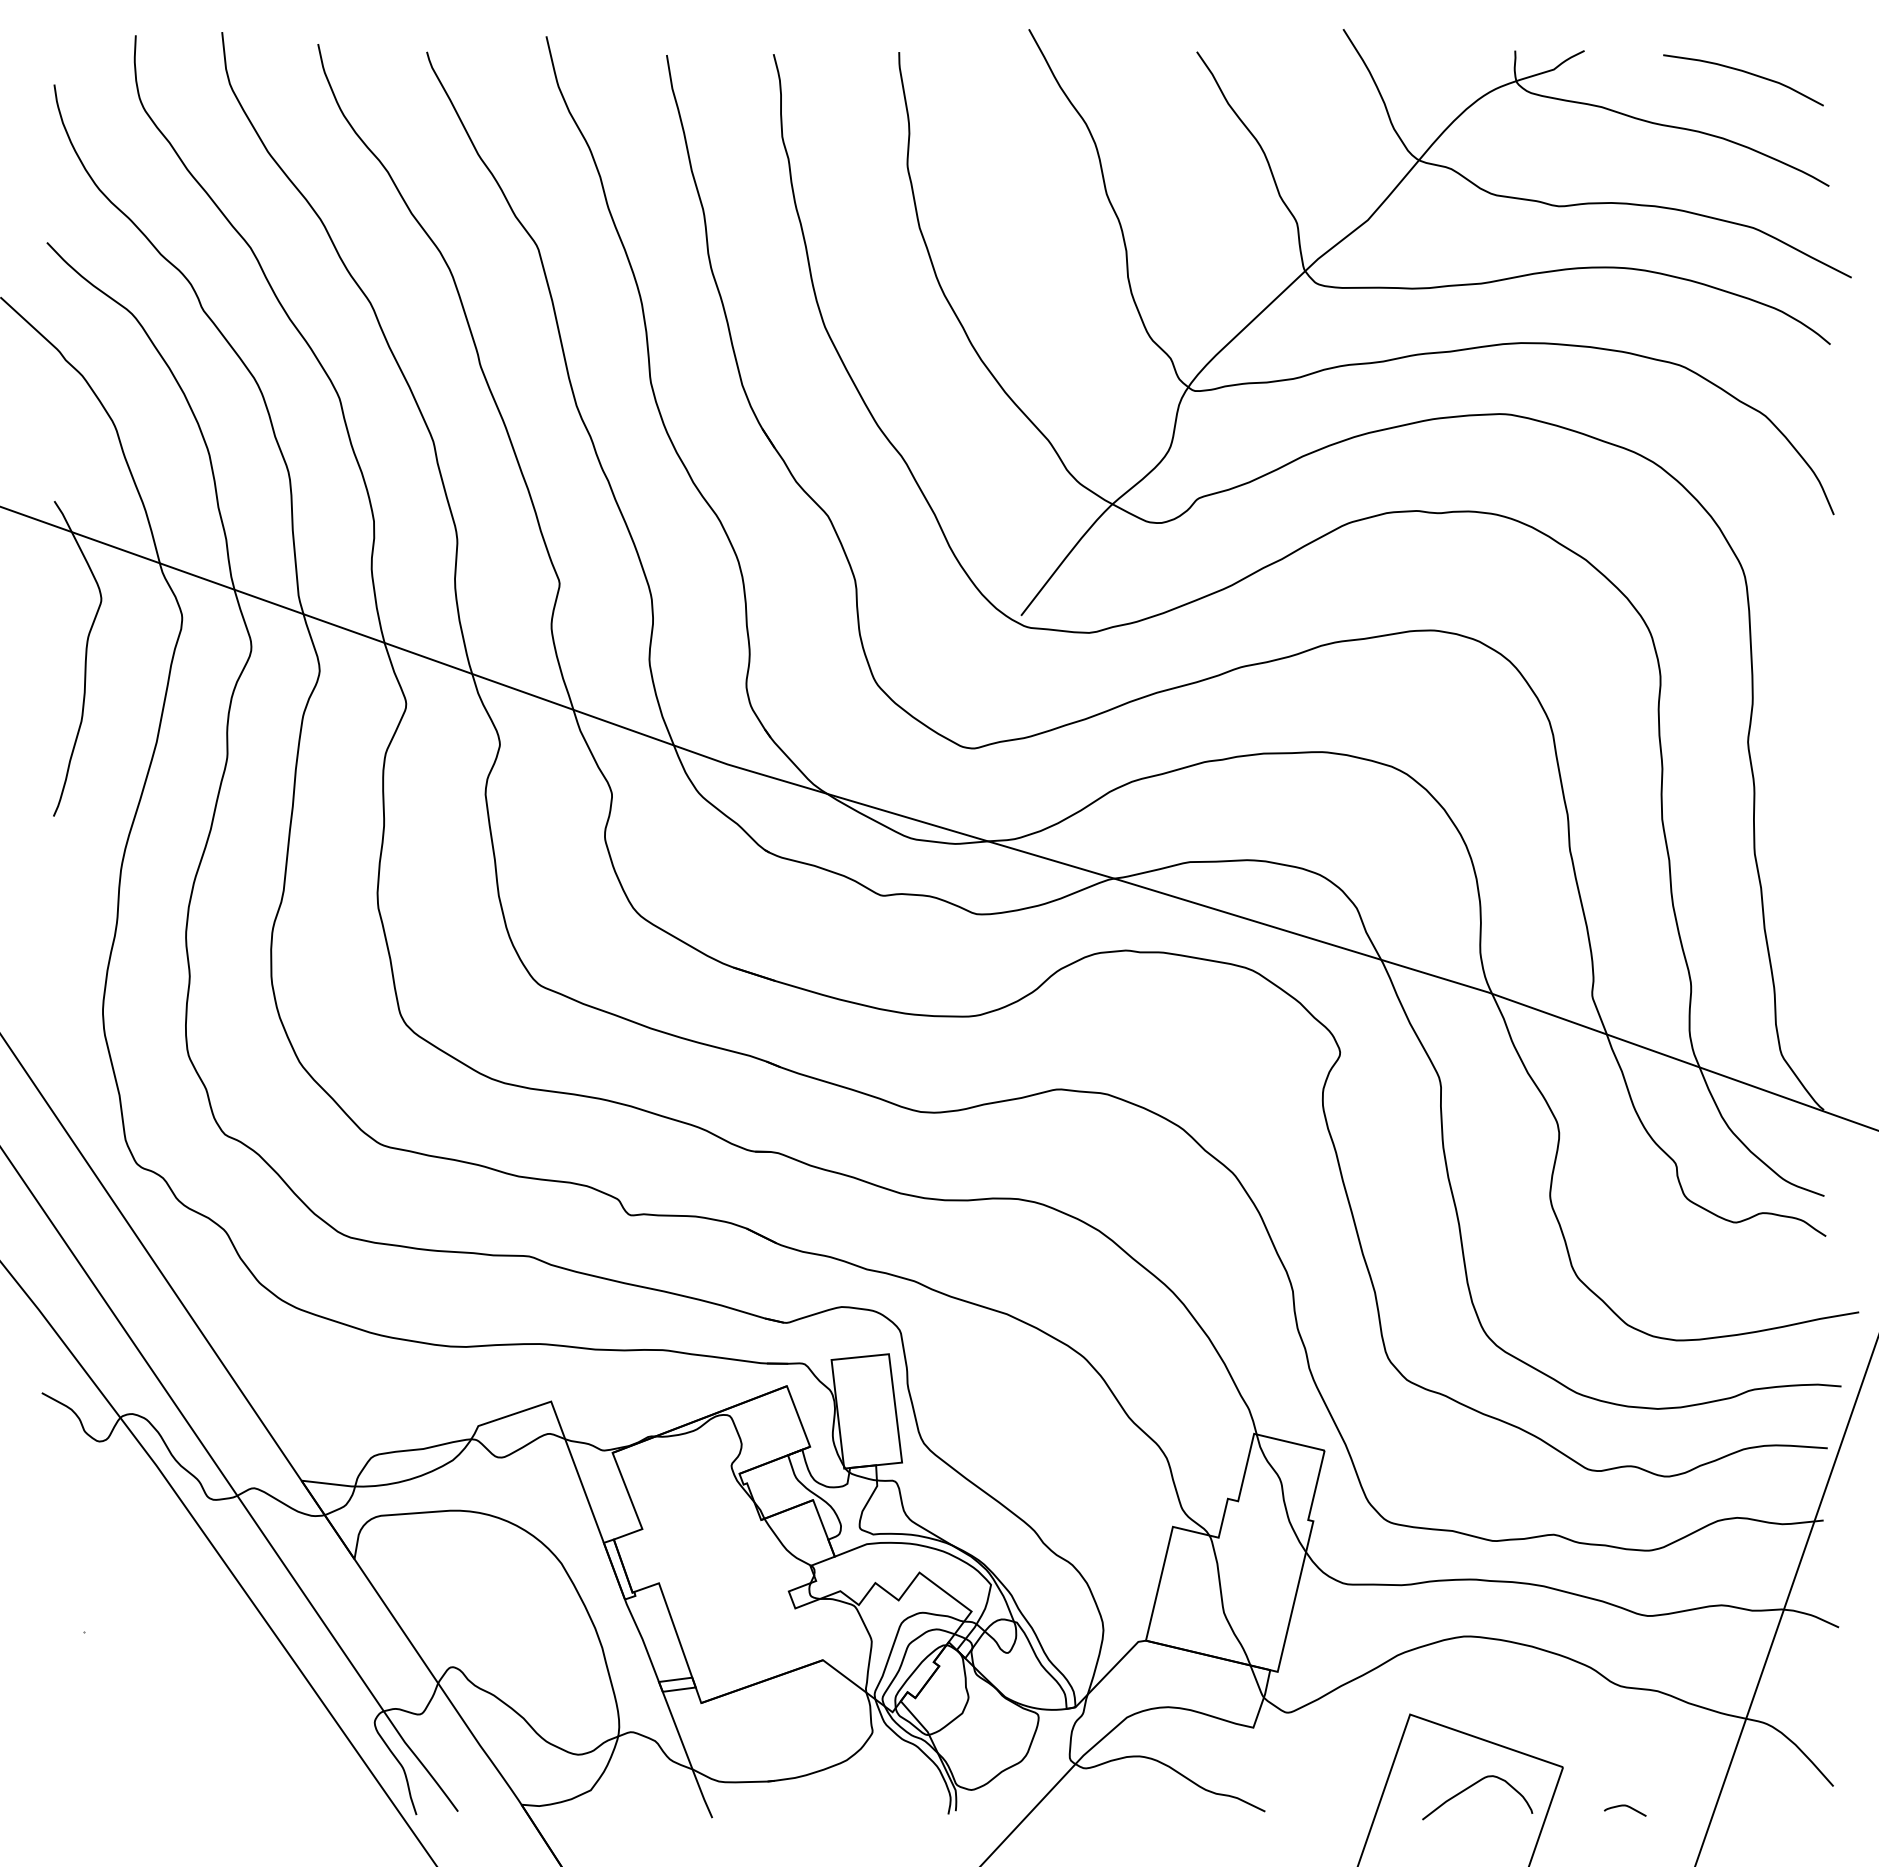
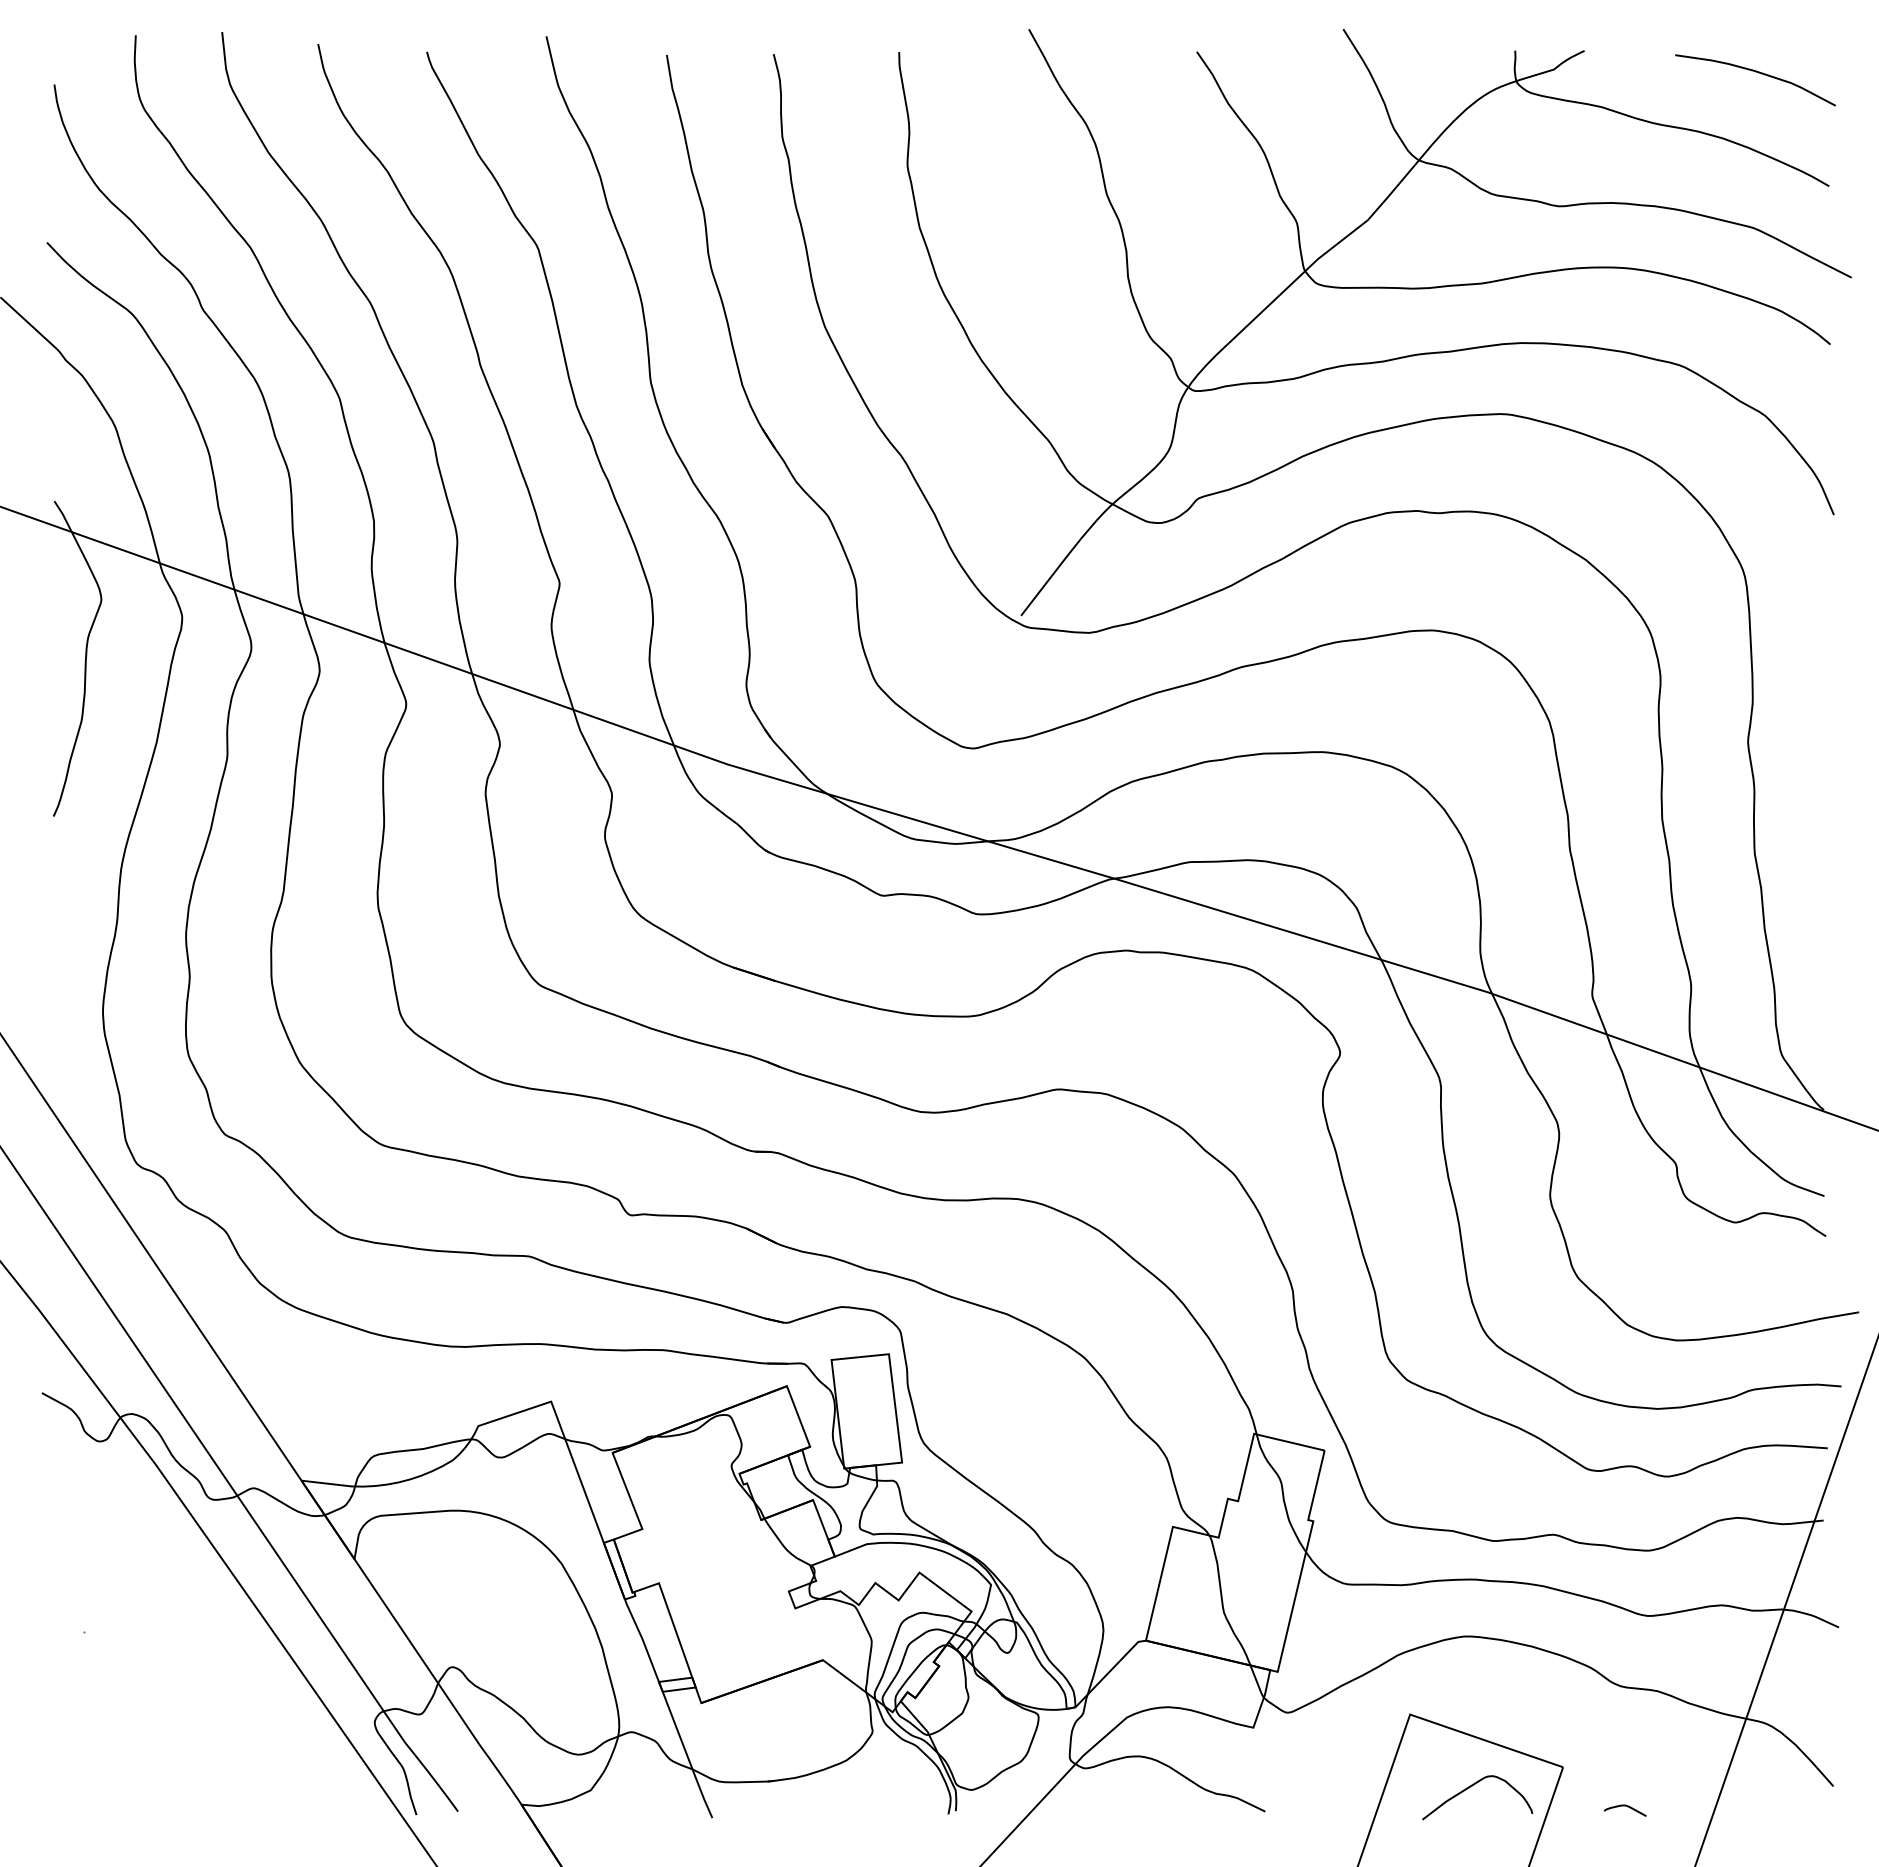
curve at (1746, 73) position: (1746, 73) -> (1758, 73)
